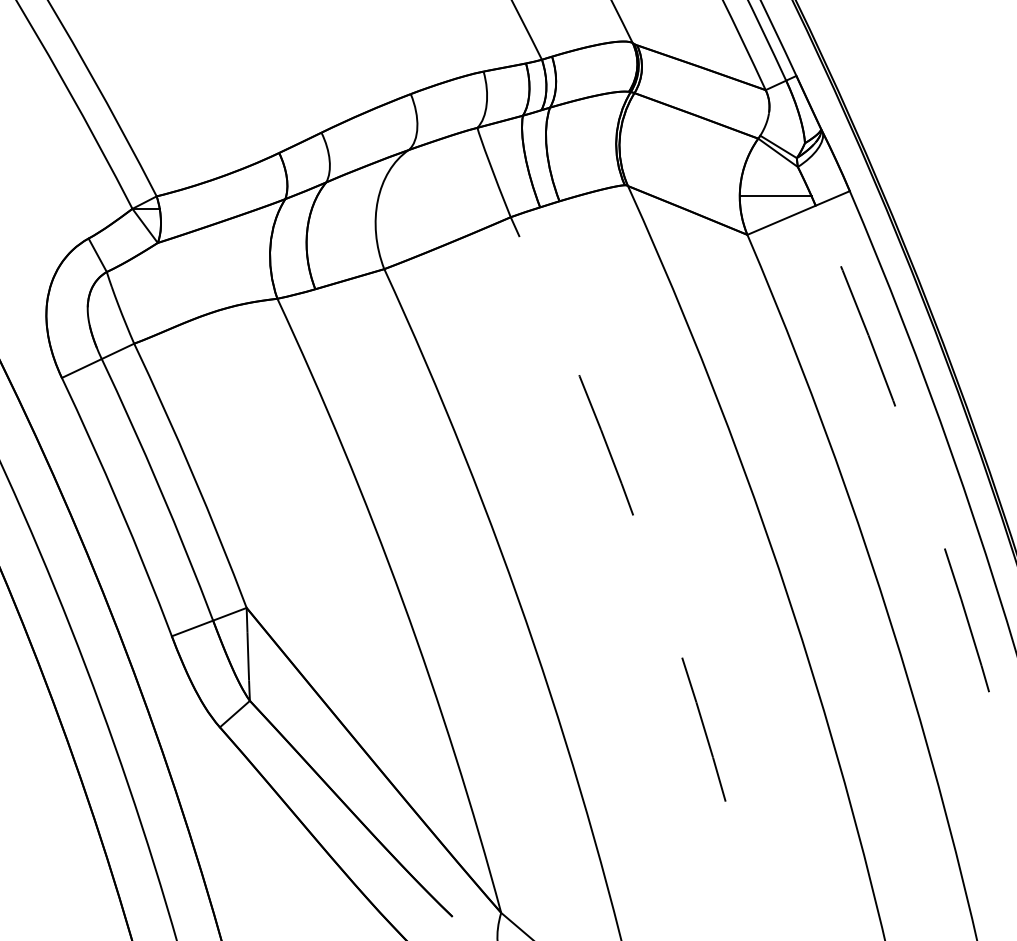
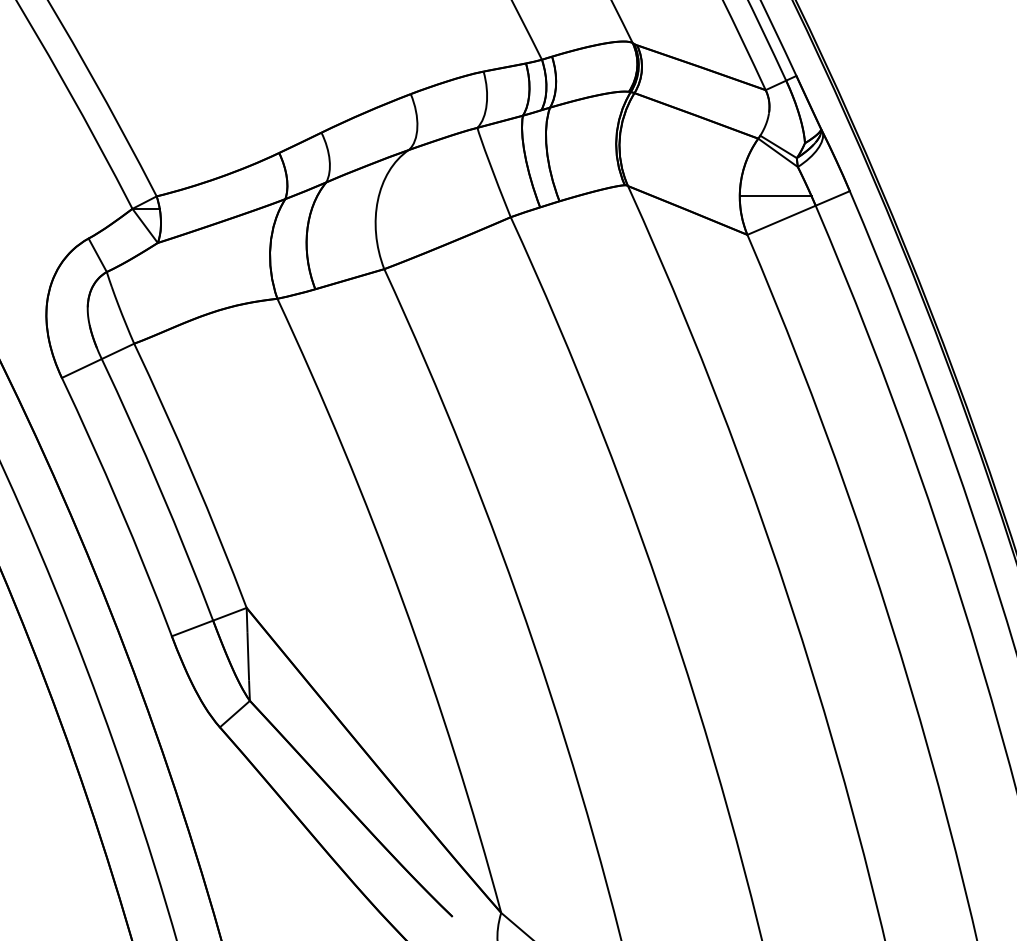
arc at (927, 495): dashed -> solid
arc at (653, 572): dashed -> solid
